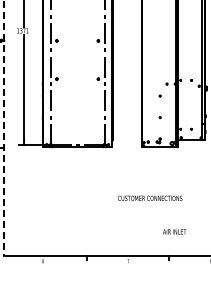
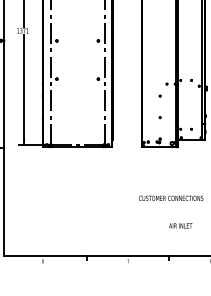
line at (4, 128): dashed -> solid
text at (150, 197) position: (150, 197) -> (171, 197)
text at (174, 231) position: (174, 231) -> (180, 225)
